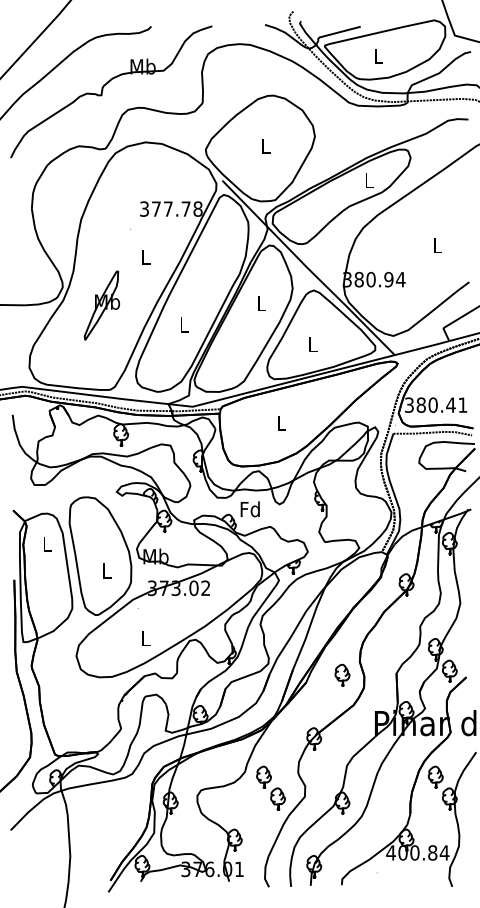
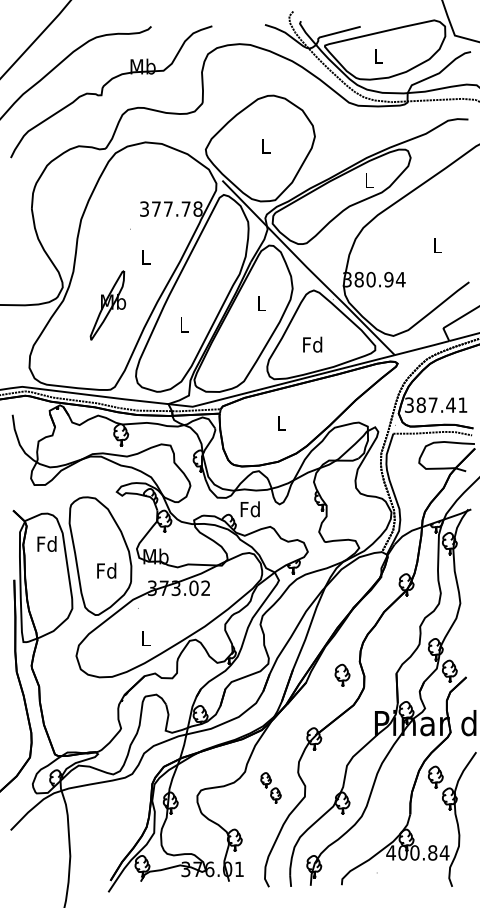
part at (101, 305) position: (101, 305) -> (107, 305)
text at (312, 344): L -> Fd
text at (432, 404): 380.41 -> 387.41
text at (46, 543): L -> Fd
text at (106, 570): L -> Fd
part at (270, 787) size: 30x46 px -> 22x32 px
